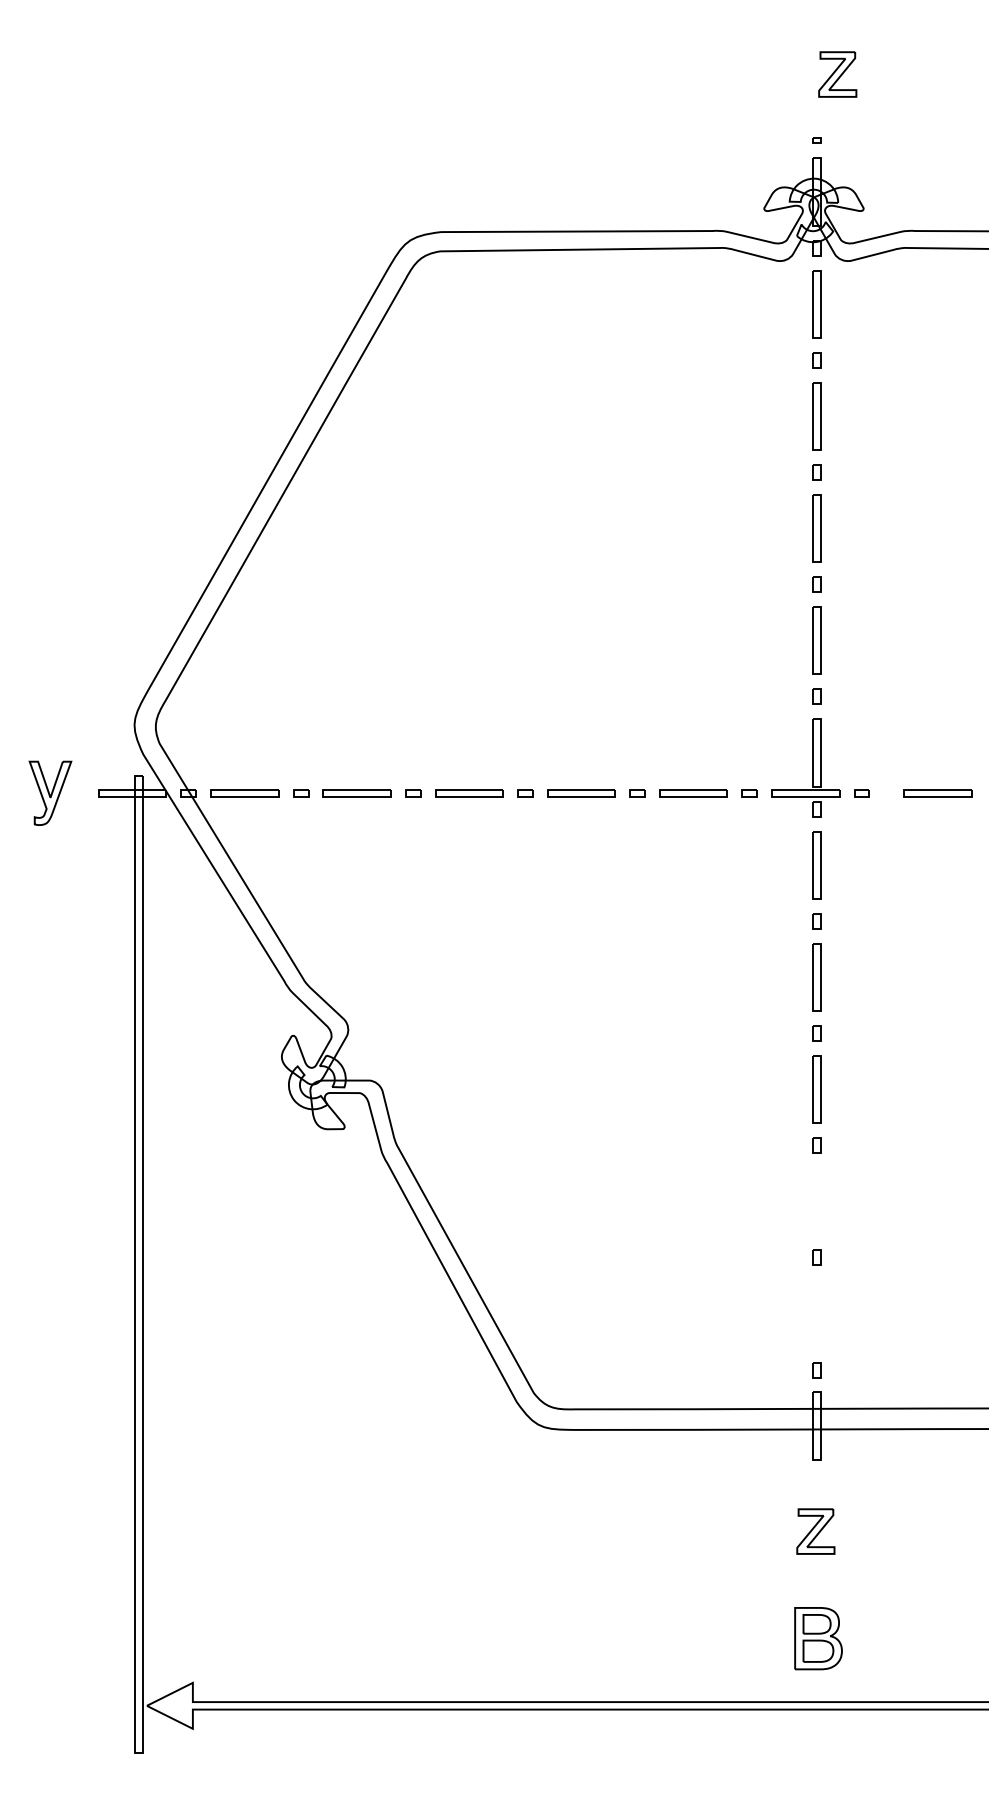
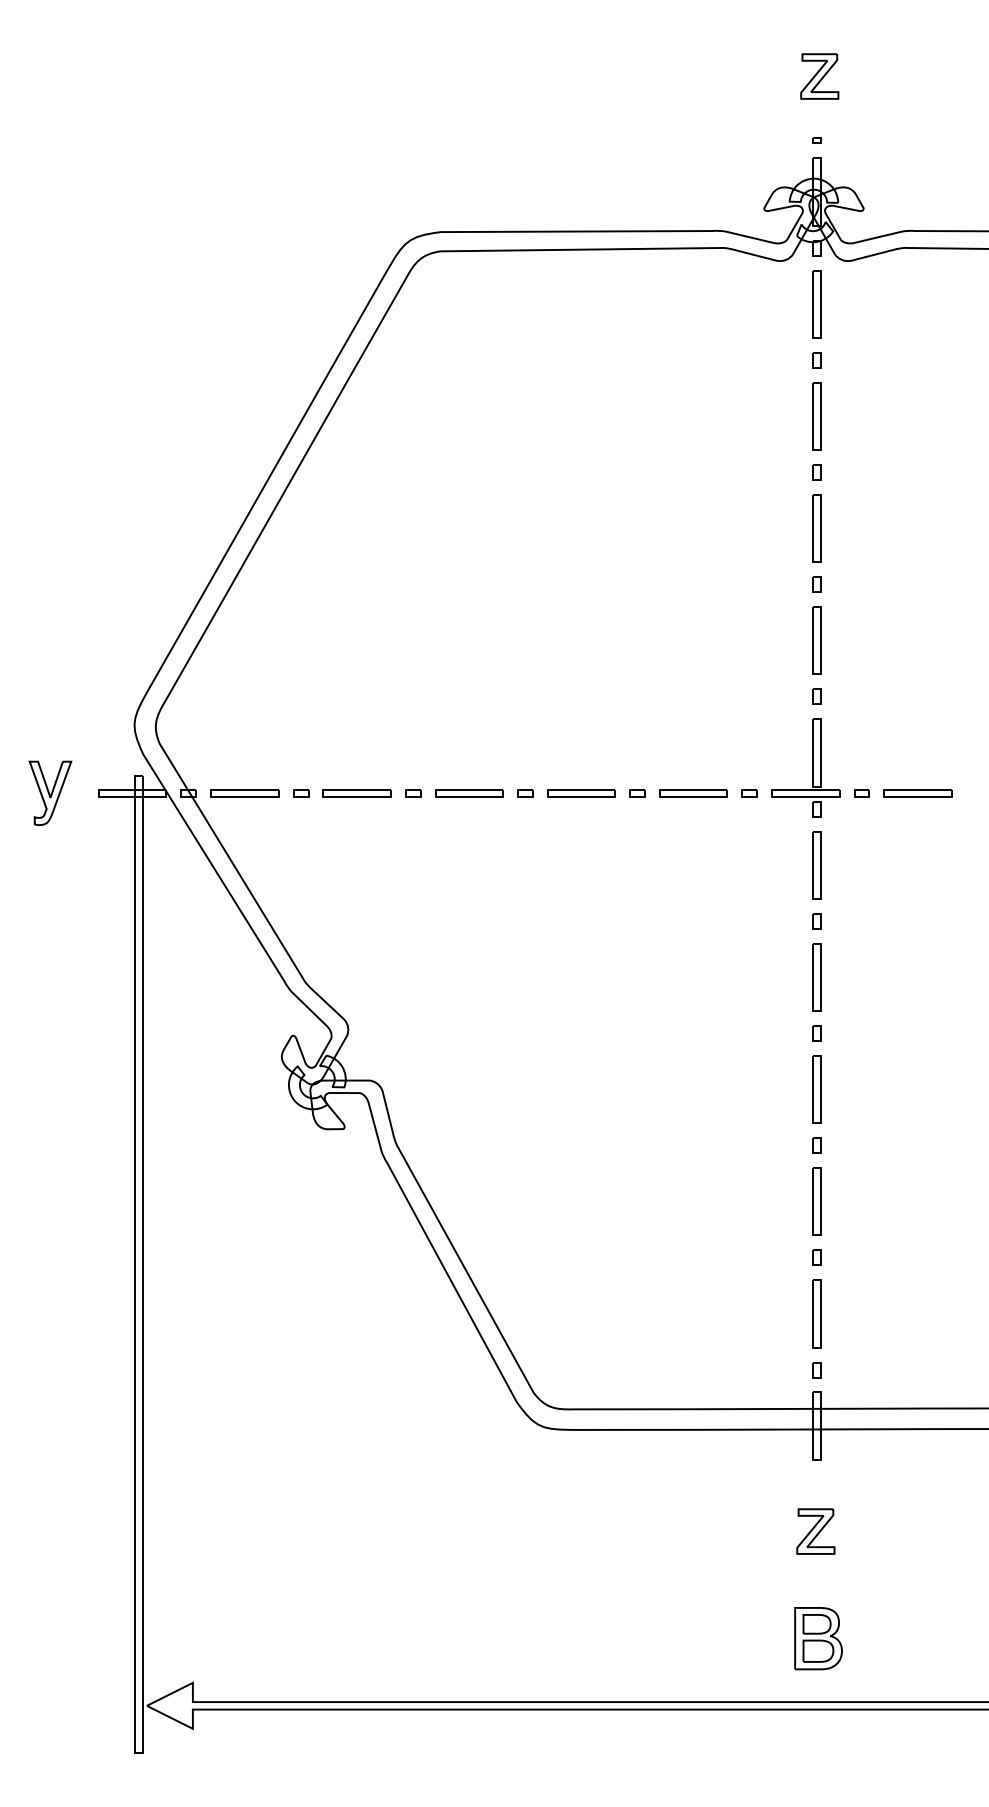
part at (837, 74) position: (837, 74) -> (819, 76)
part at (937, 793) position: (937, 793) -> (917, 793)
part at (816, 1201): none -> present
part at (816, 1313): none -> present
